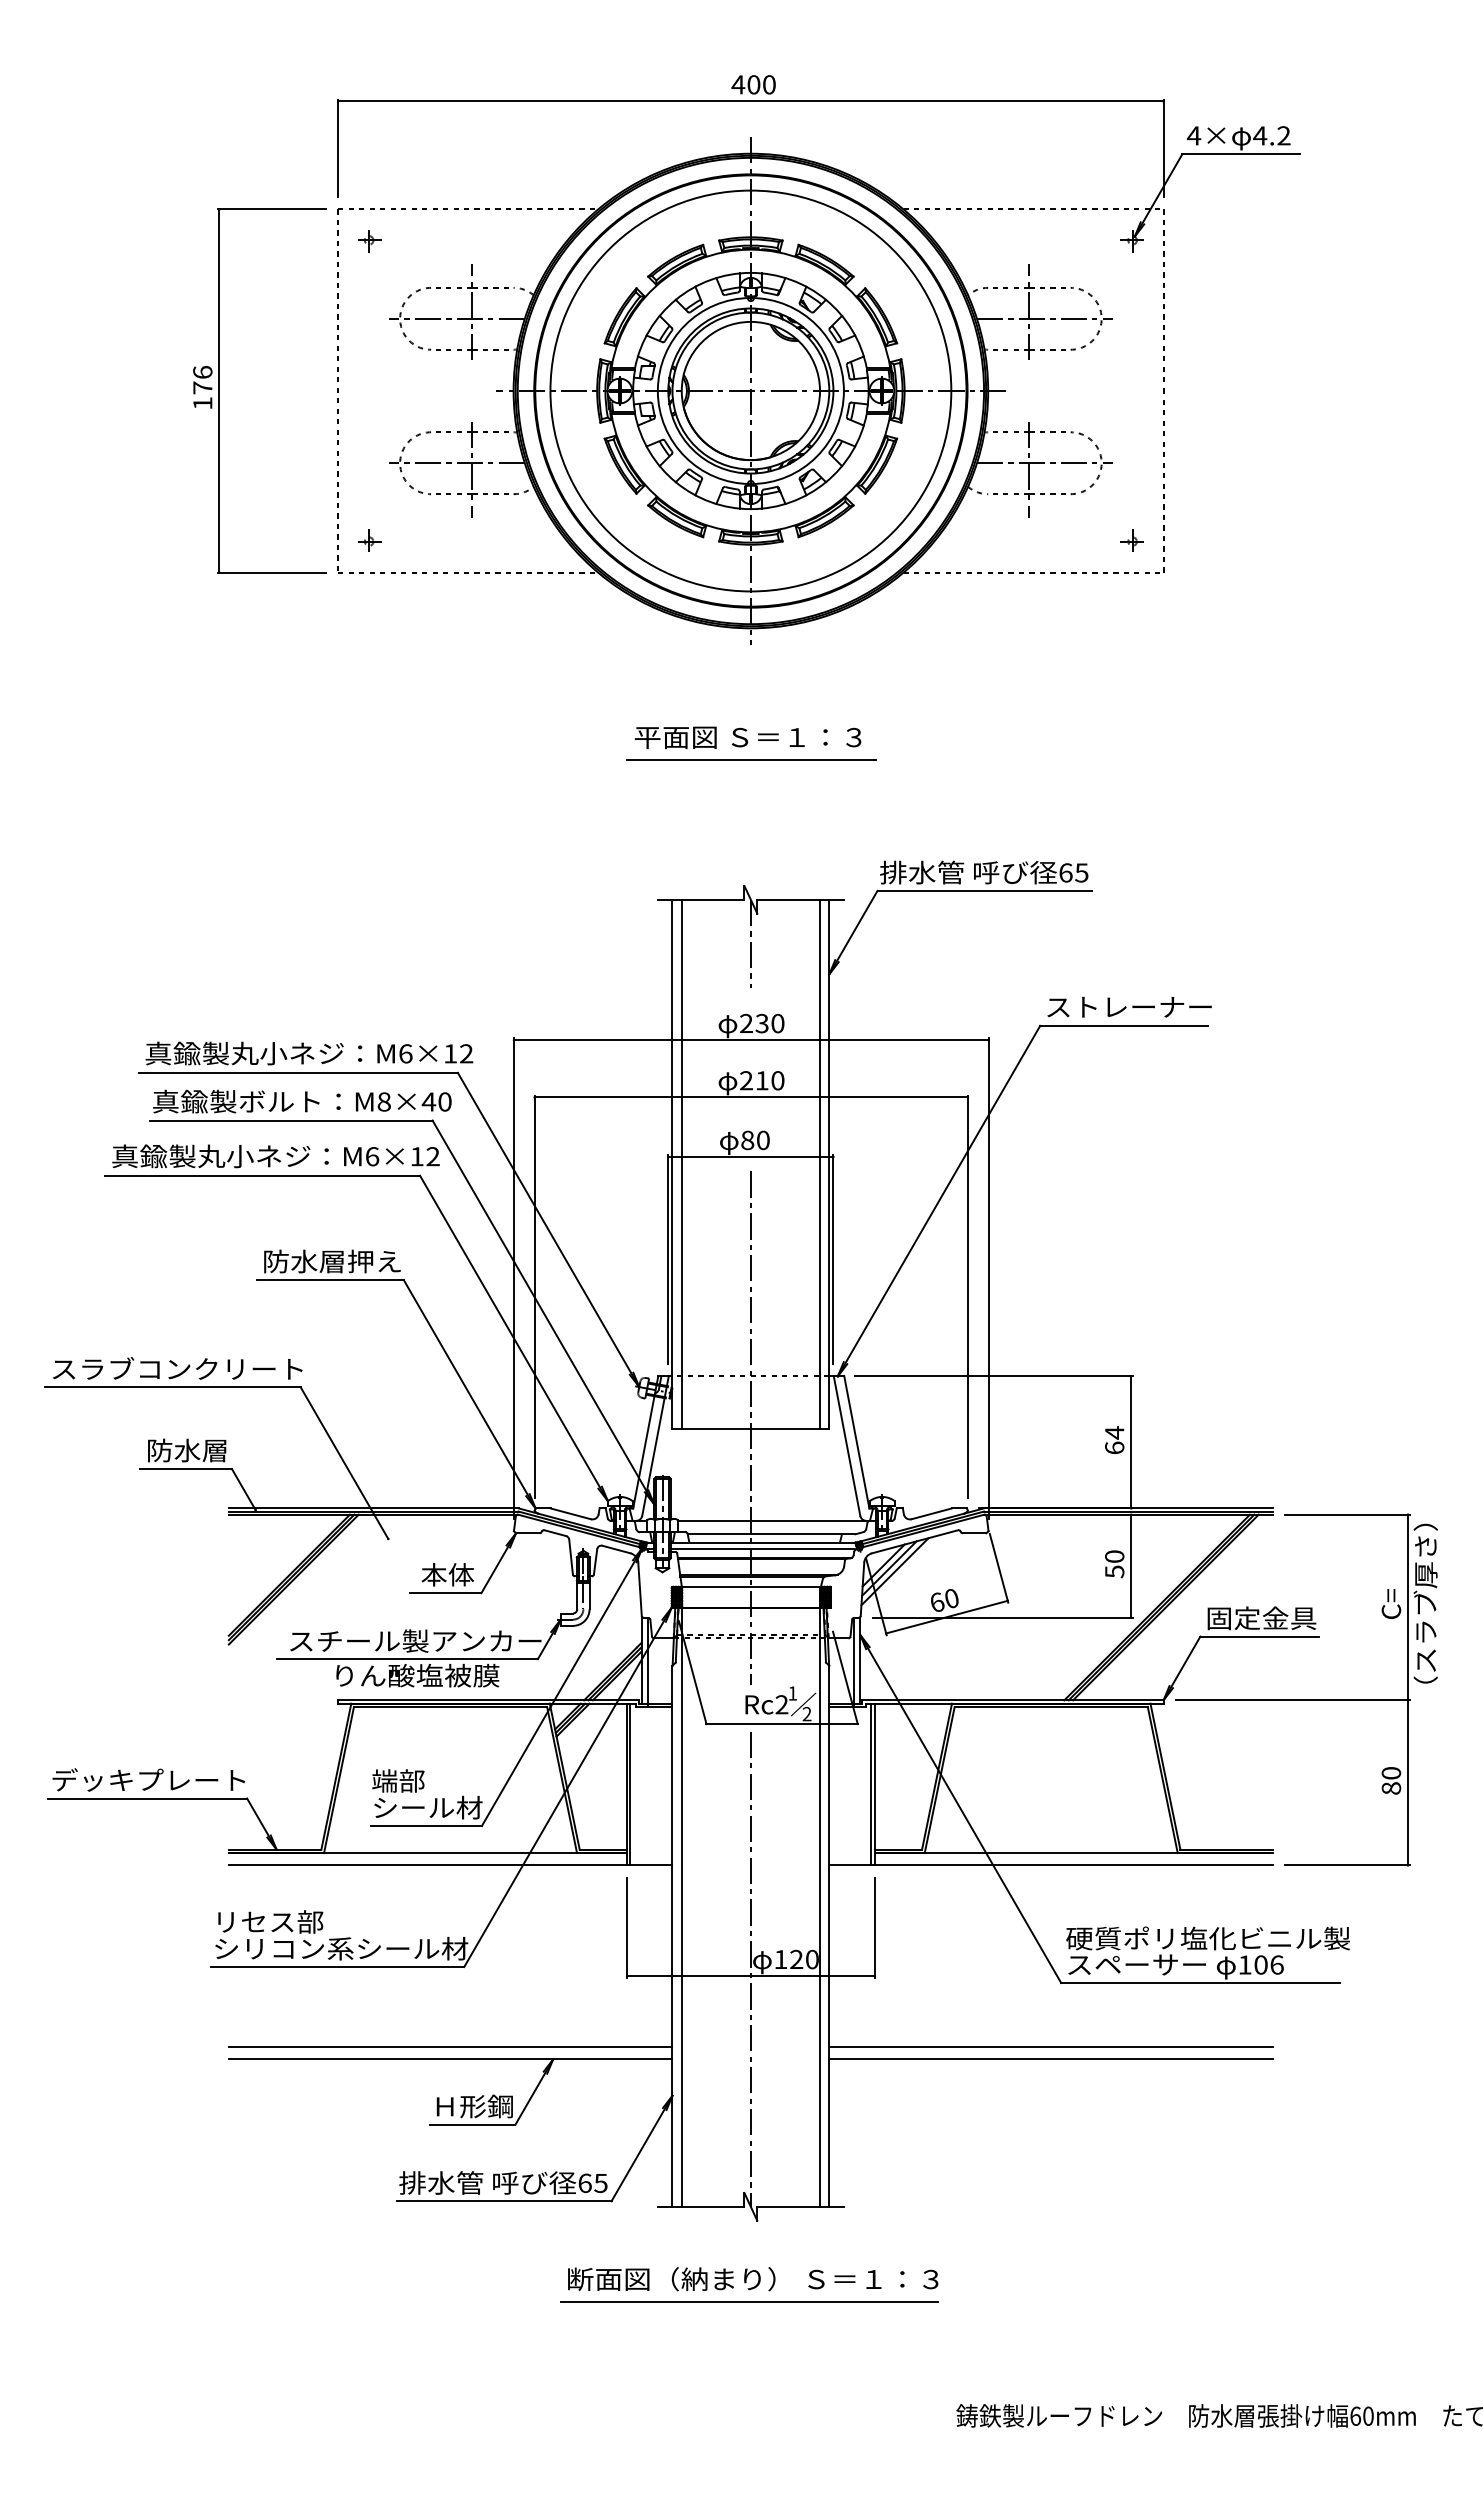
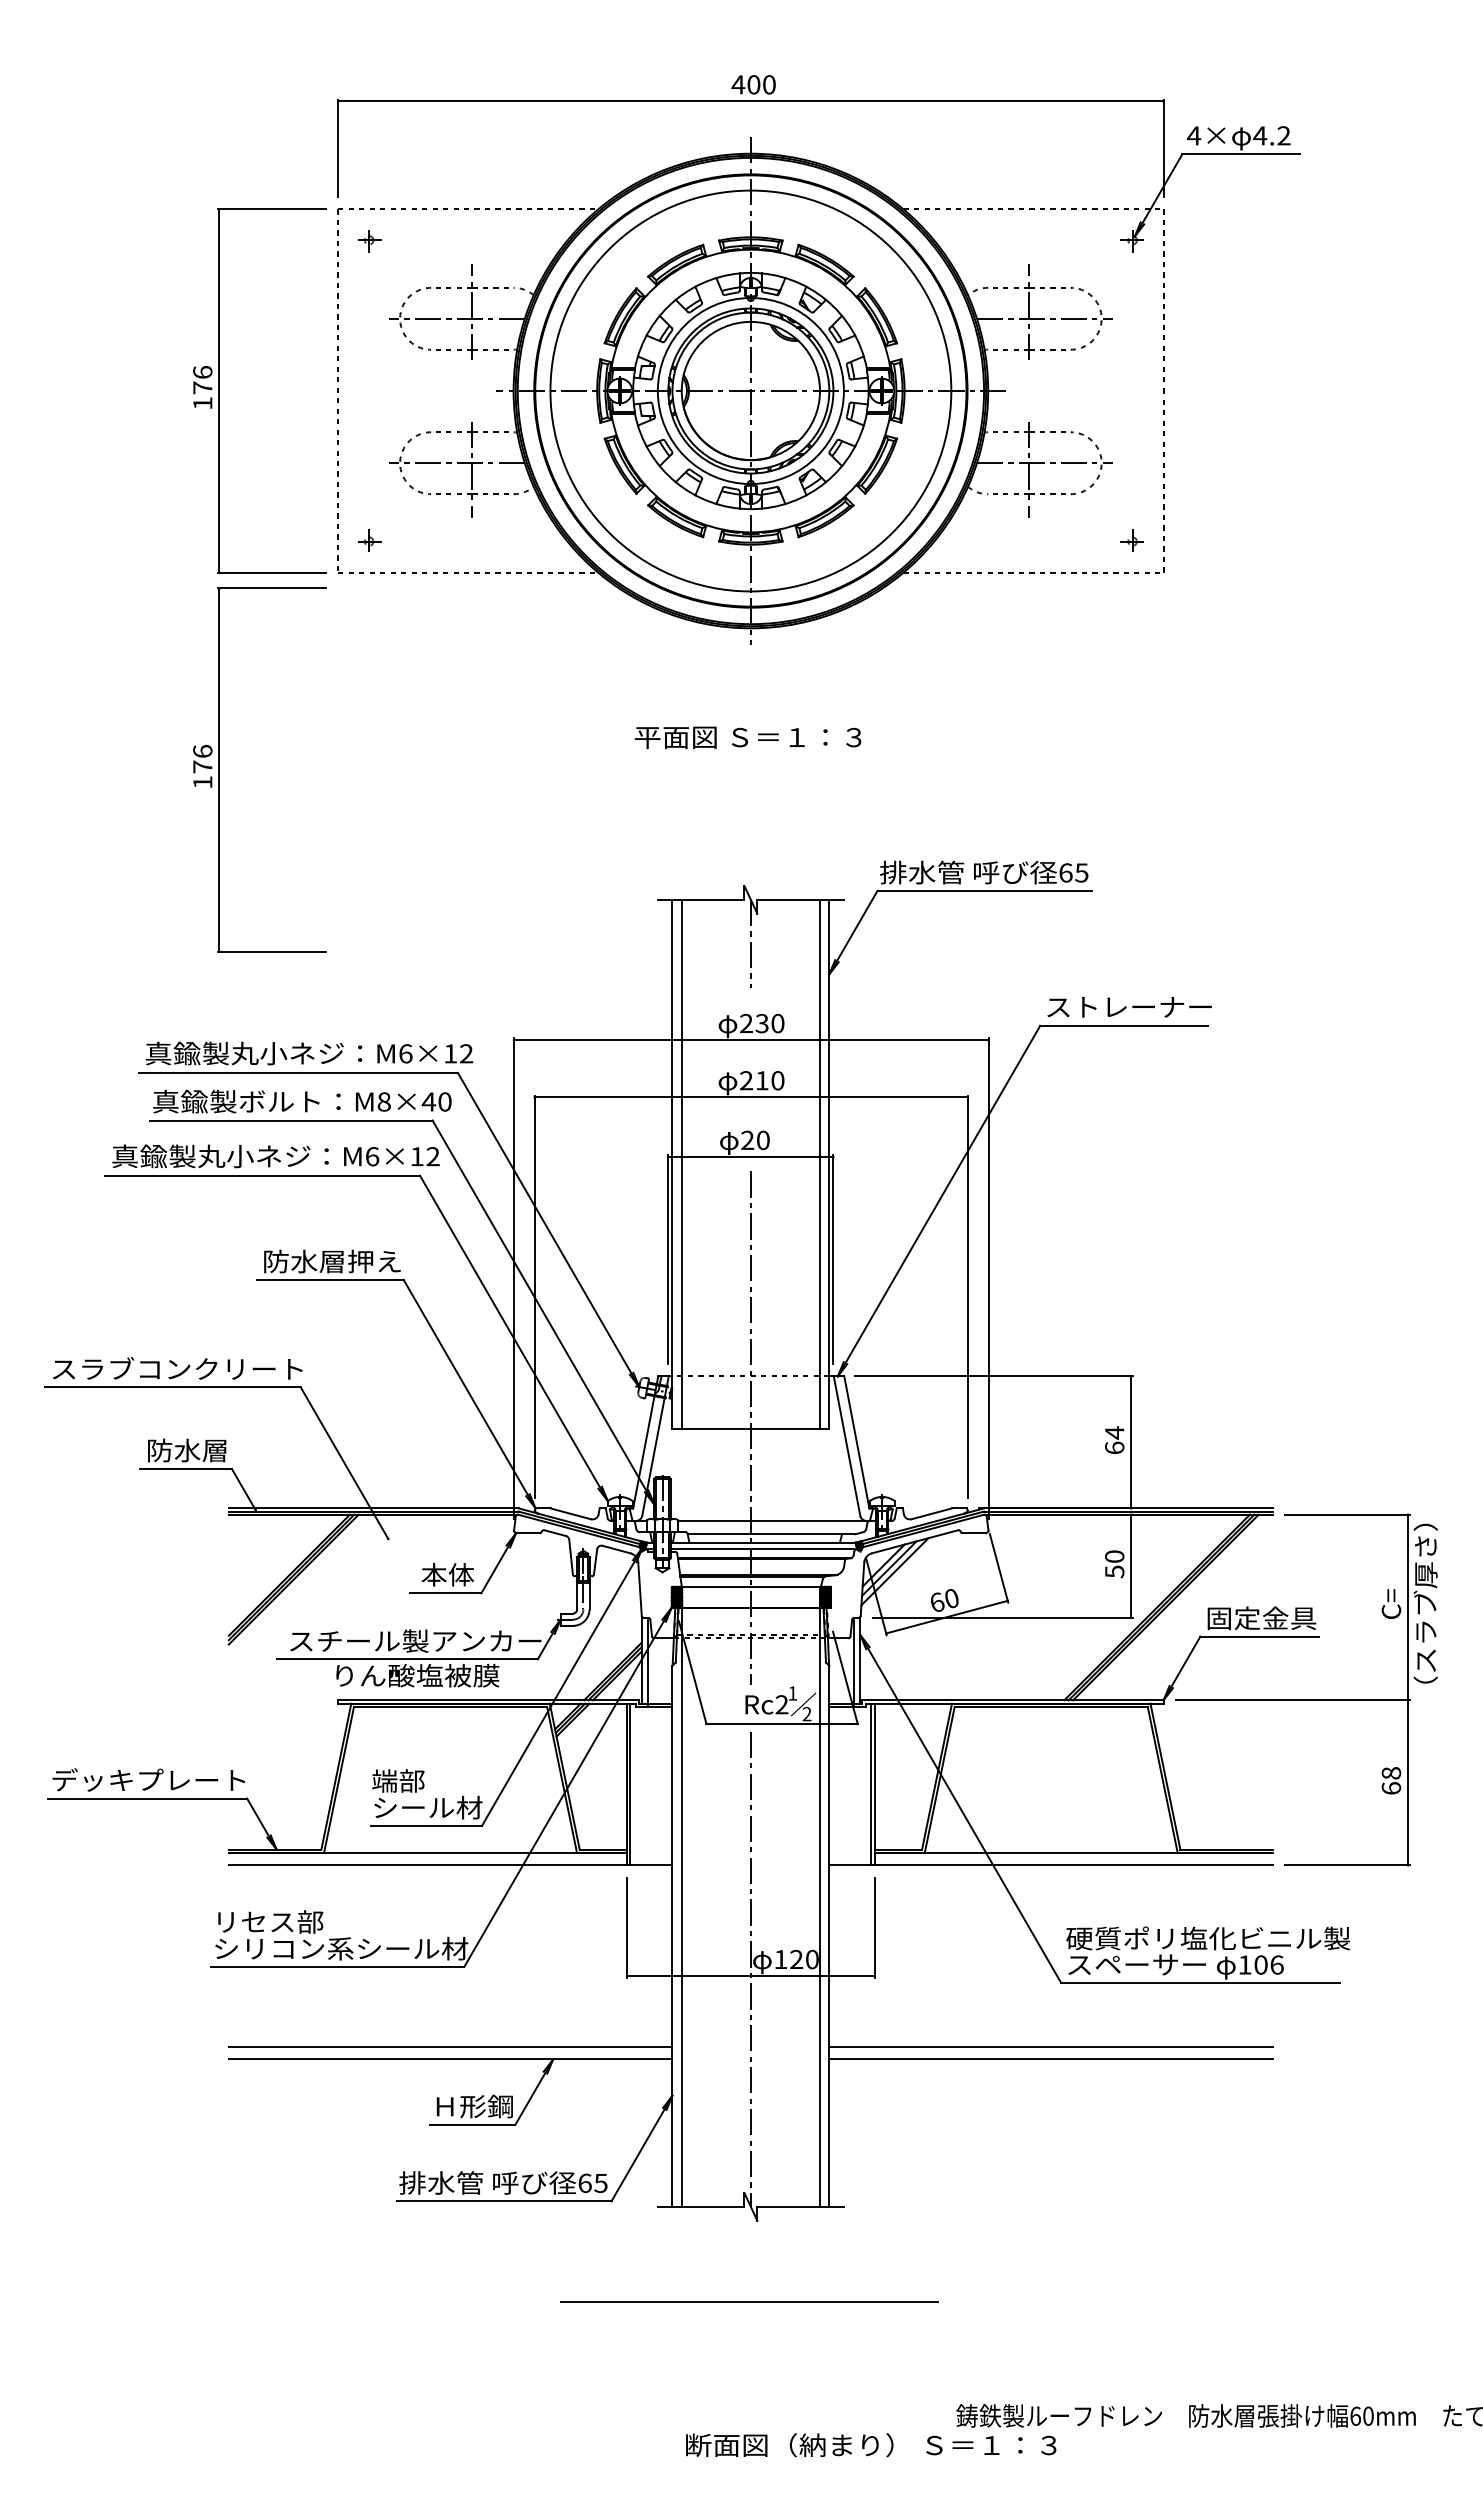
line at (751, 759): present -> none
part at (219, 769): none -> present
text at (747, 1140): 80 -> 20
text at (1391, 1780): 80 -> 68
text at (753, 2279) position: (753, 2279) -> (871, 2445)
